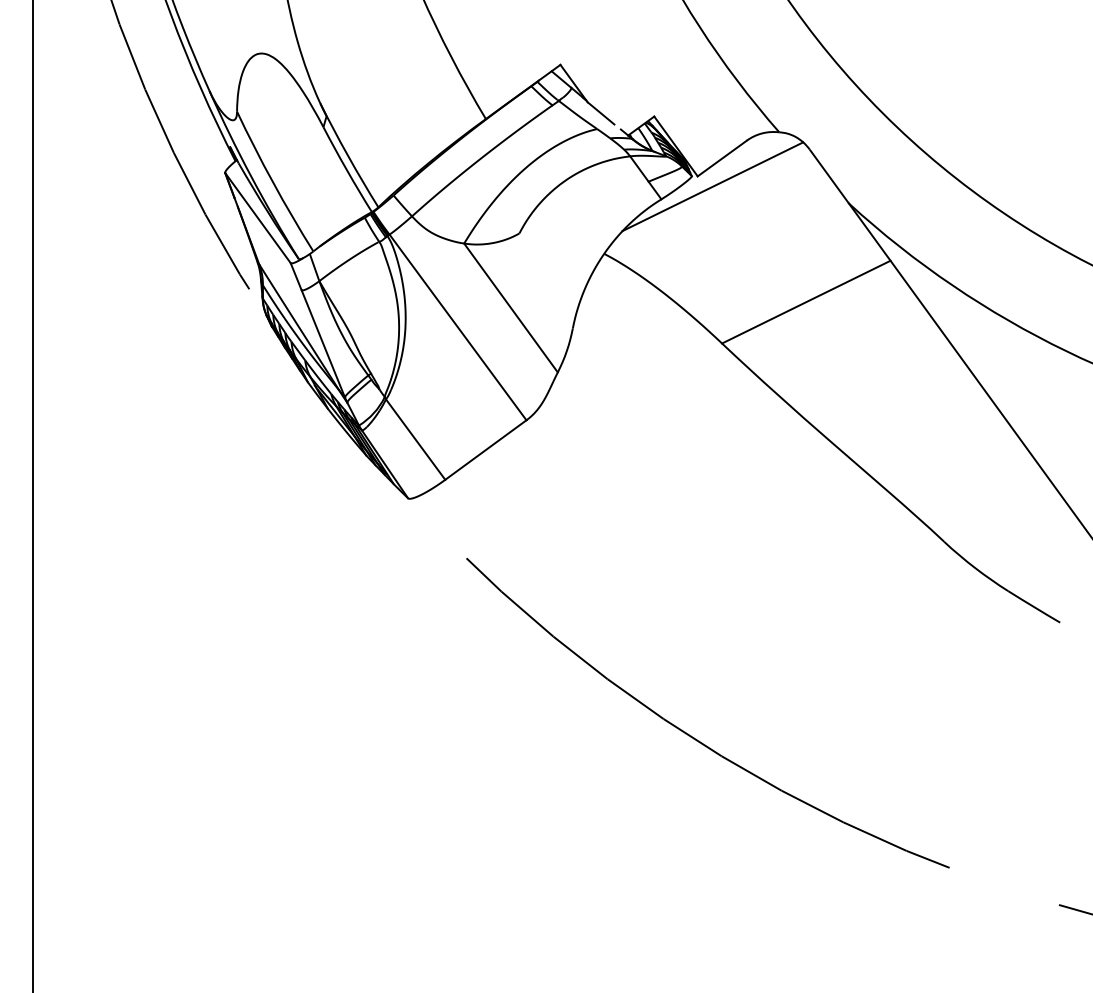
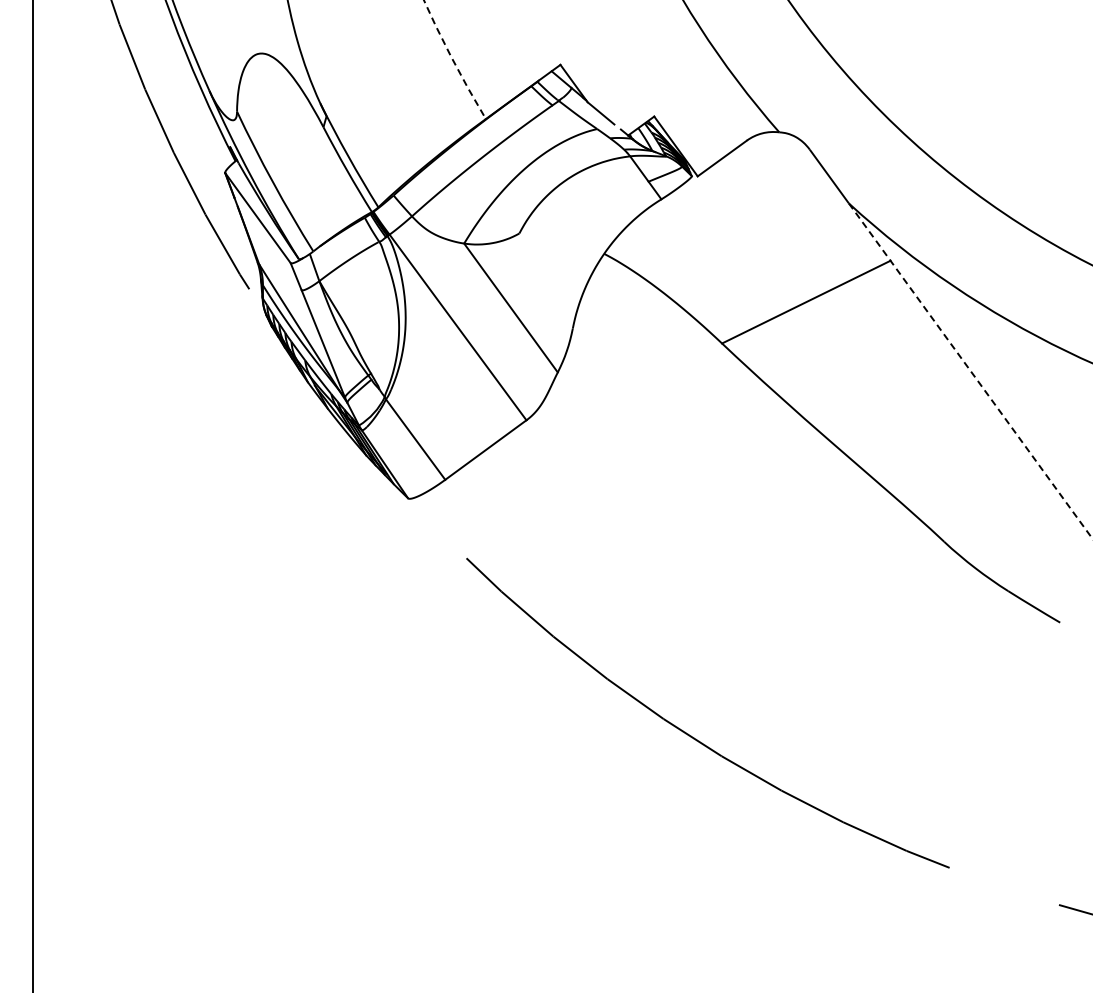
arc at (453, 60): solid -> dashed
line at (712, 186): present -> none
line at (971, 371): solid -> dashed
